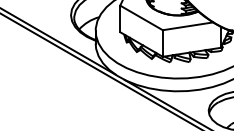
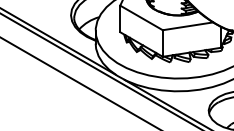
line at (79, 82): none -> present
